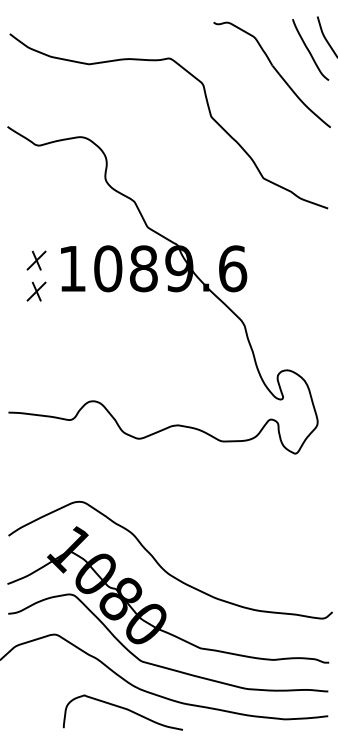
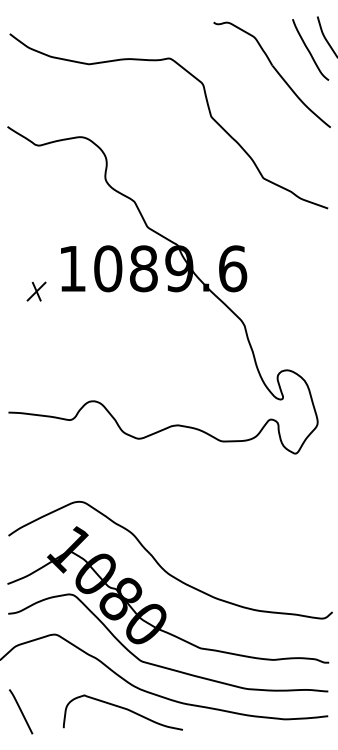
part at (36, 260): present -> none
line at (21, 711): none -> present
